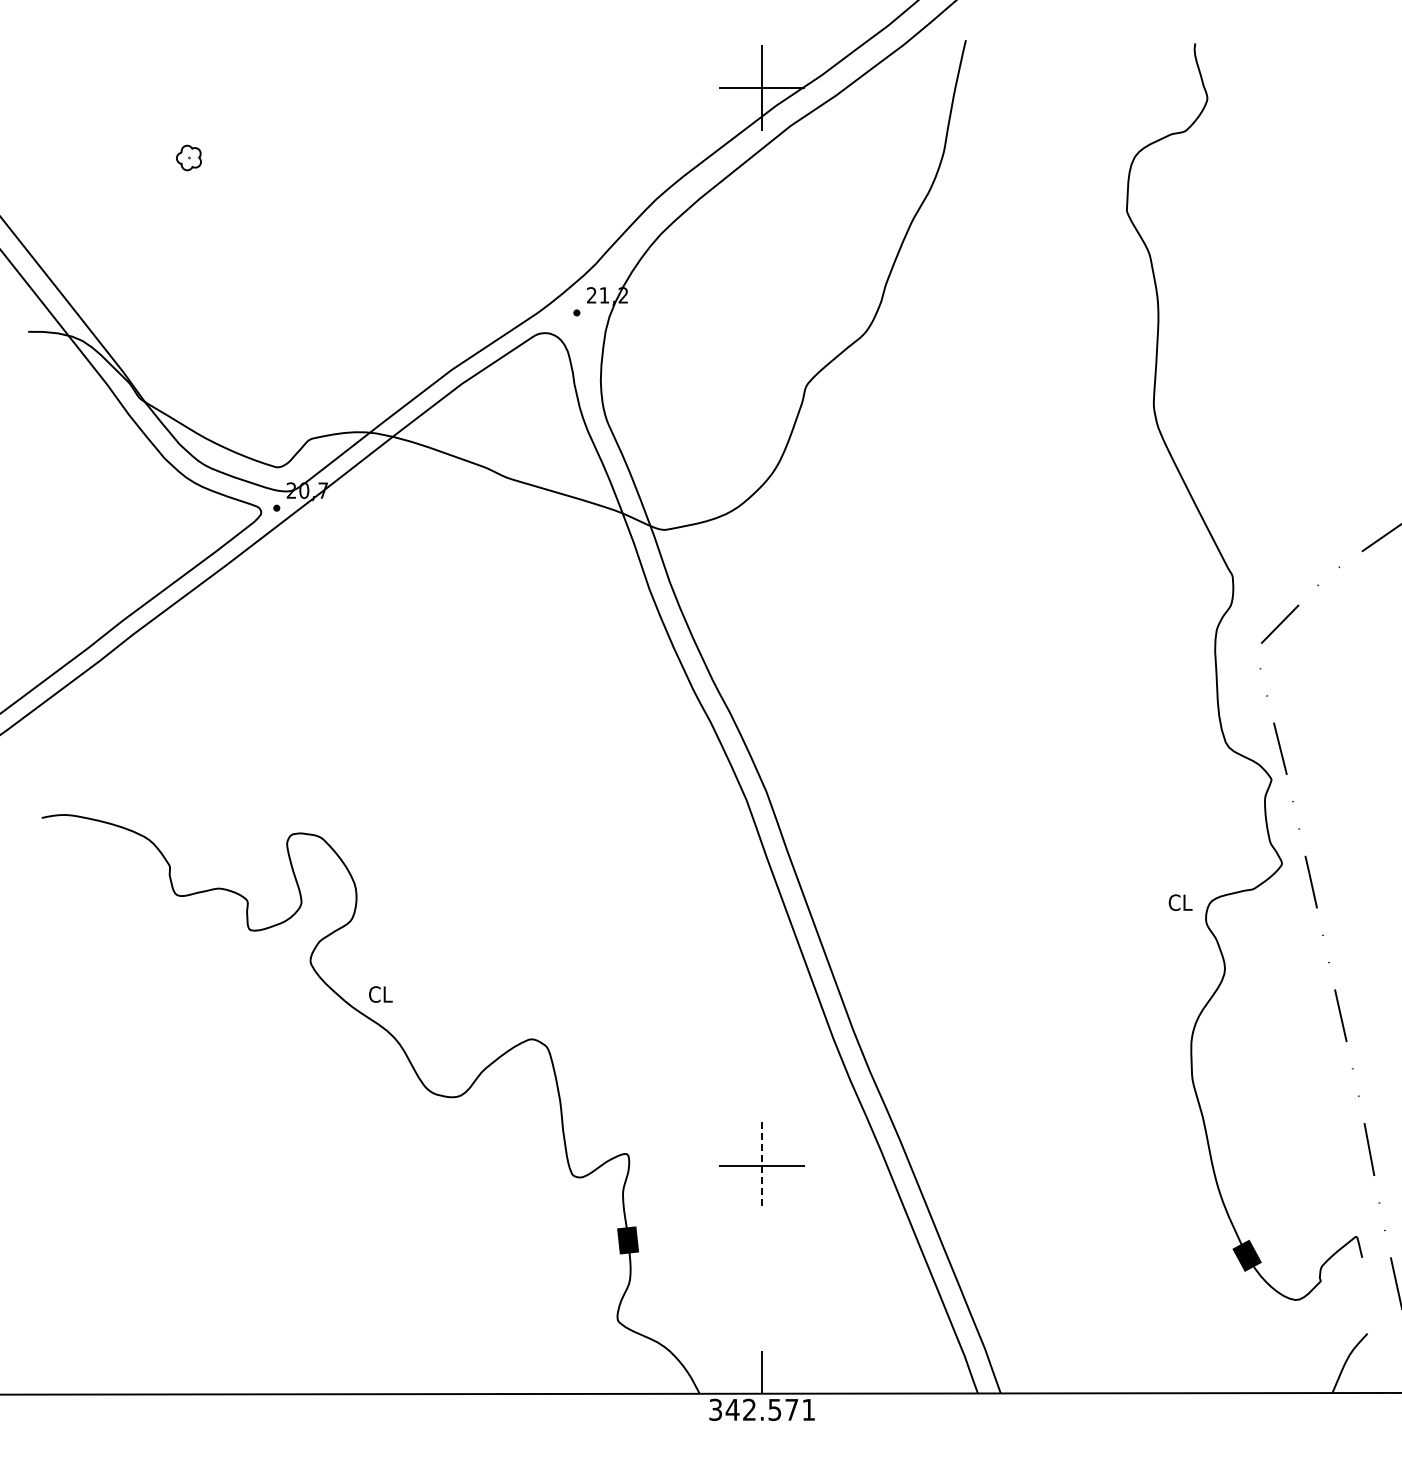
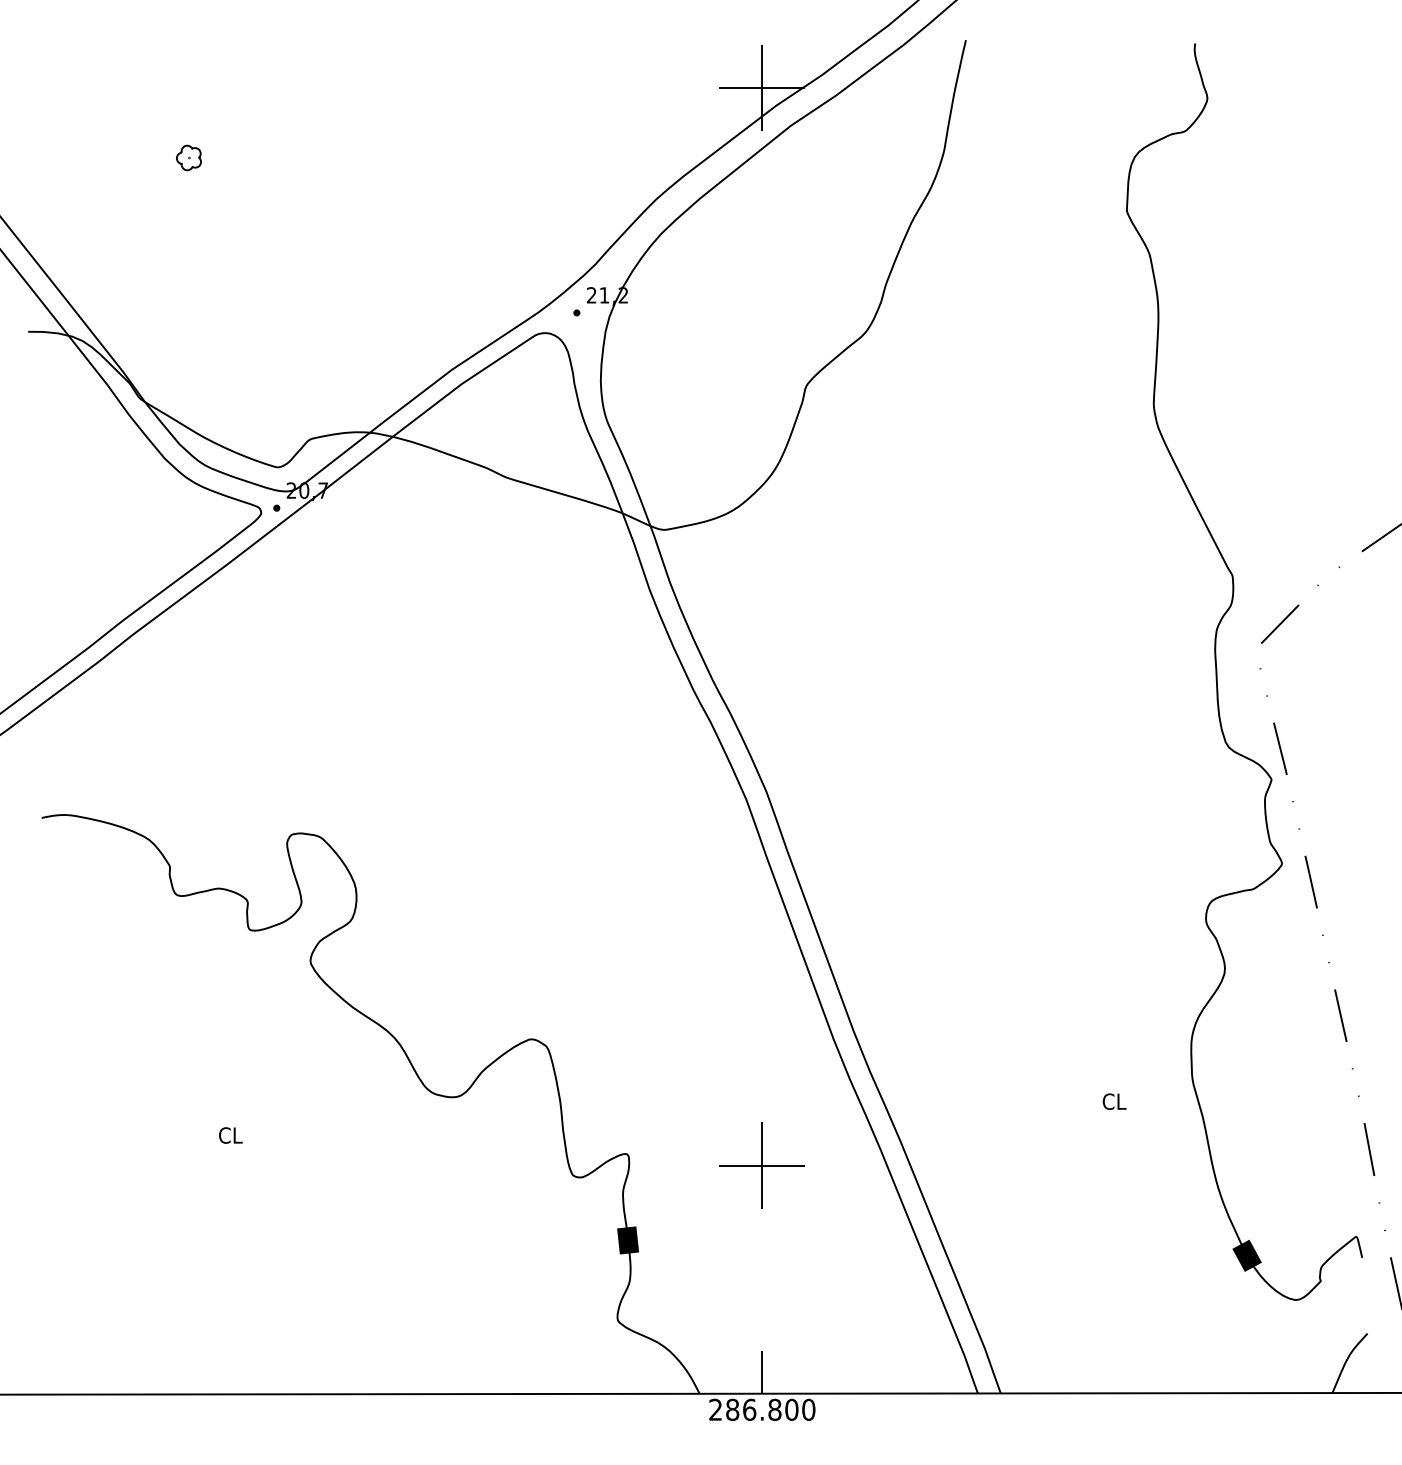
text at (1180, 902) position: (1180, 902) -> (1114, 1101)
text at (380, 994) position: (380, 994) -> (230, 1135)
line at (762, 1166): dashed -> solid
text at (762, 1409): 342.571 -> 286.800
